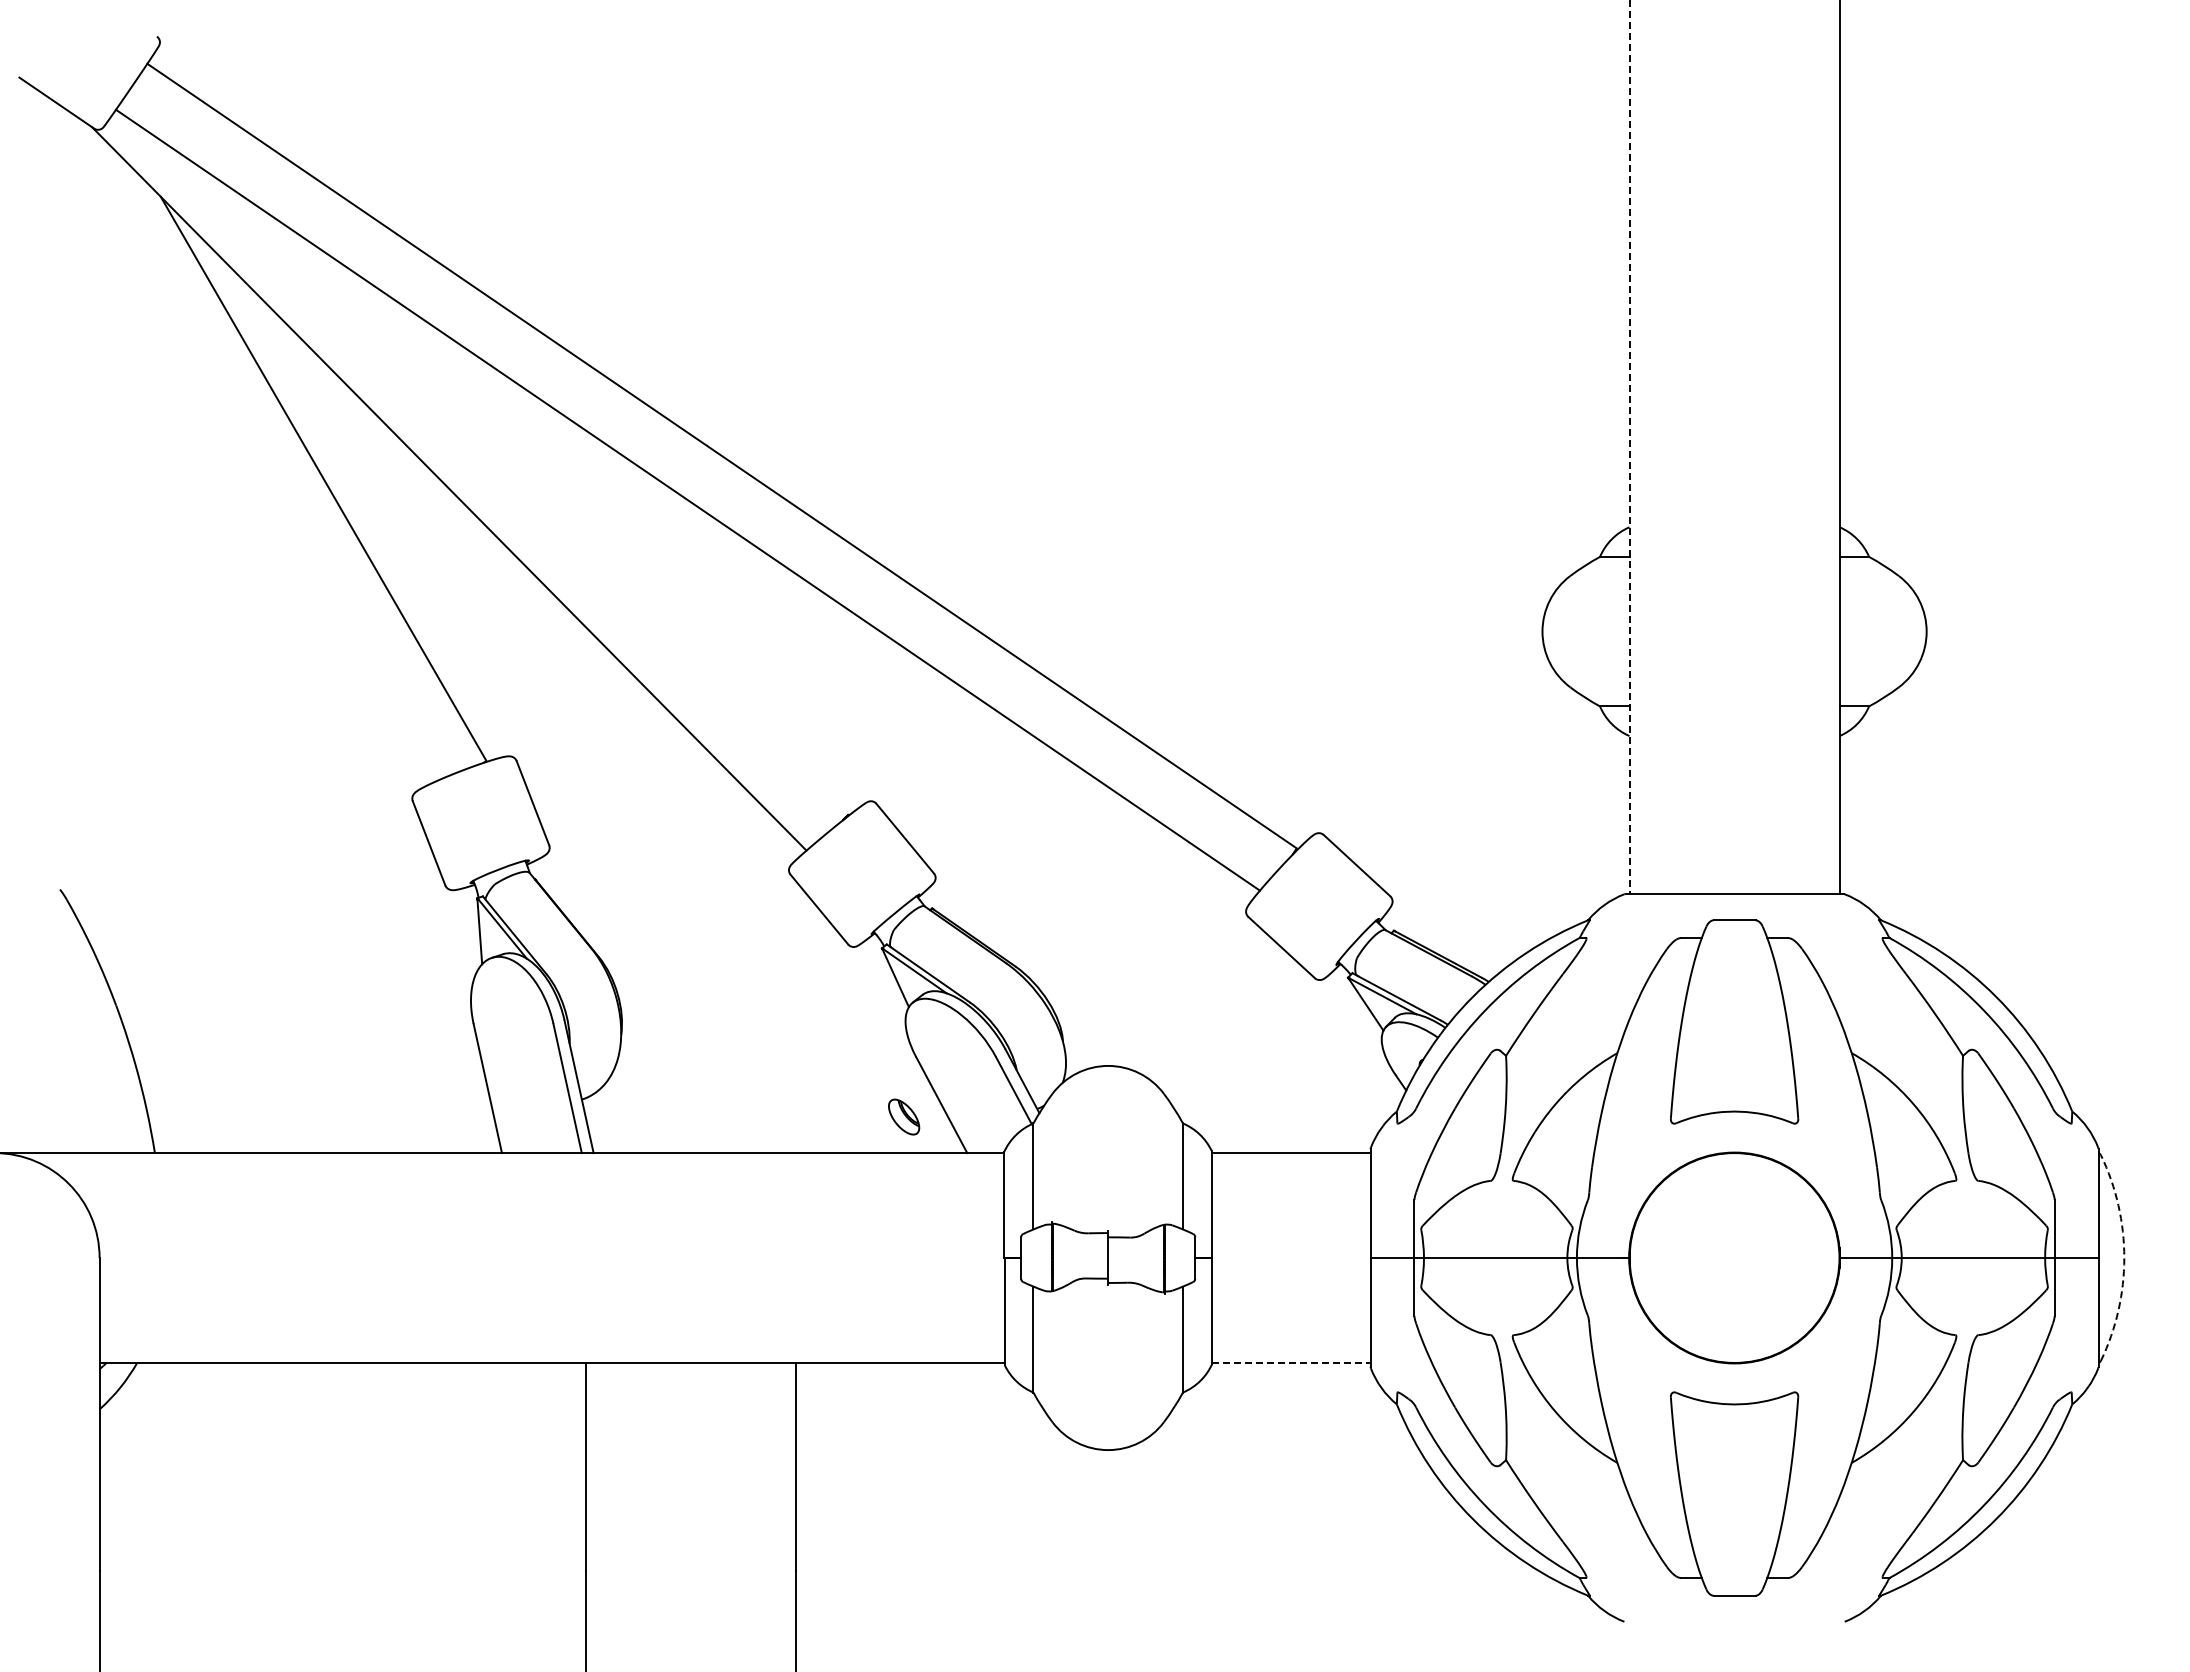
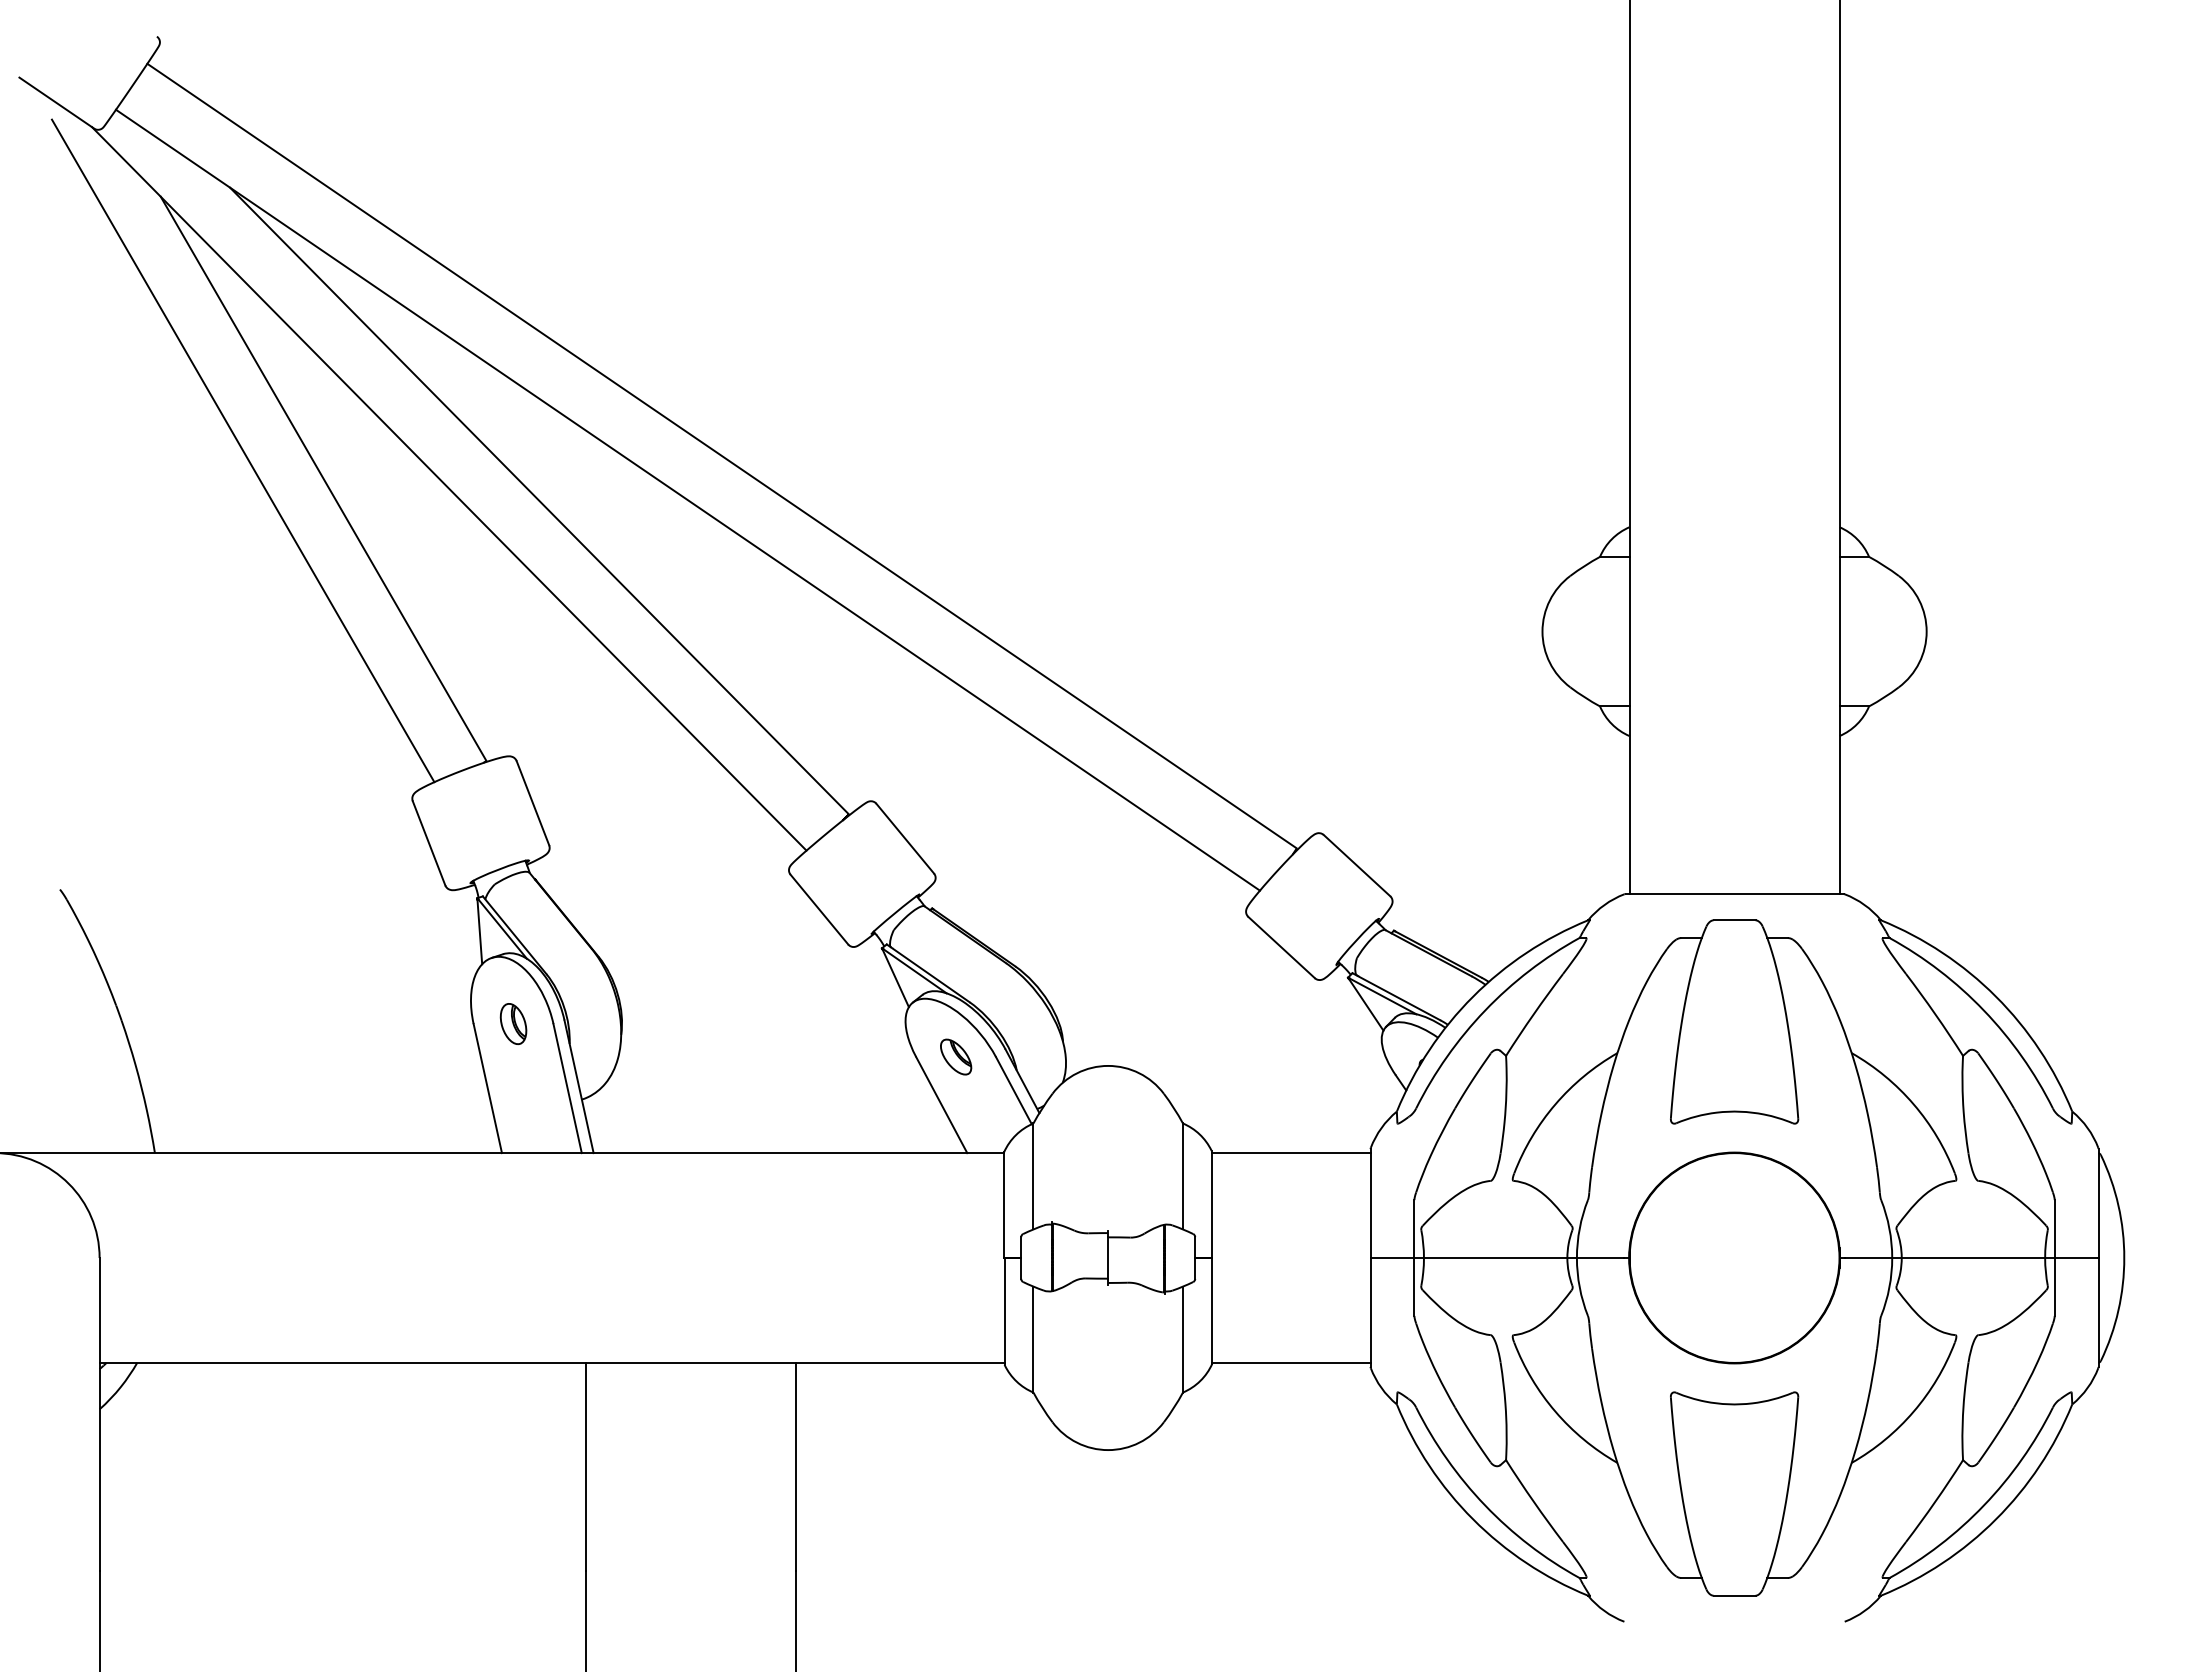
line at (1629, 447): dashed -> solid
line at (242, 450): none -> present
line at (539, 500): none -> present
part at (513, 1023): none -> present
part at (904, 1116) position: (904, 1116) -> (956, 1056)
arc at (2124, 1258): dashed -> solid
line at (1291, 1362): dashed -> solid
